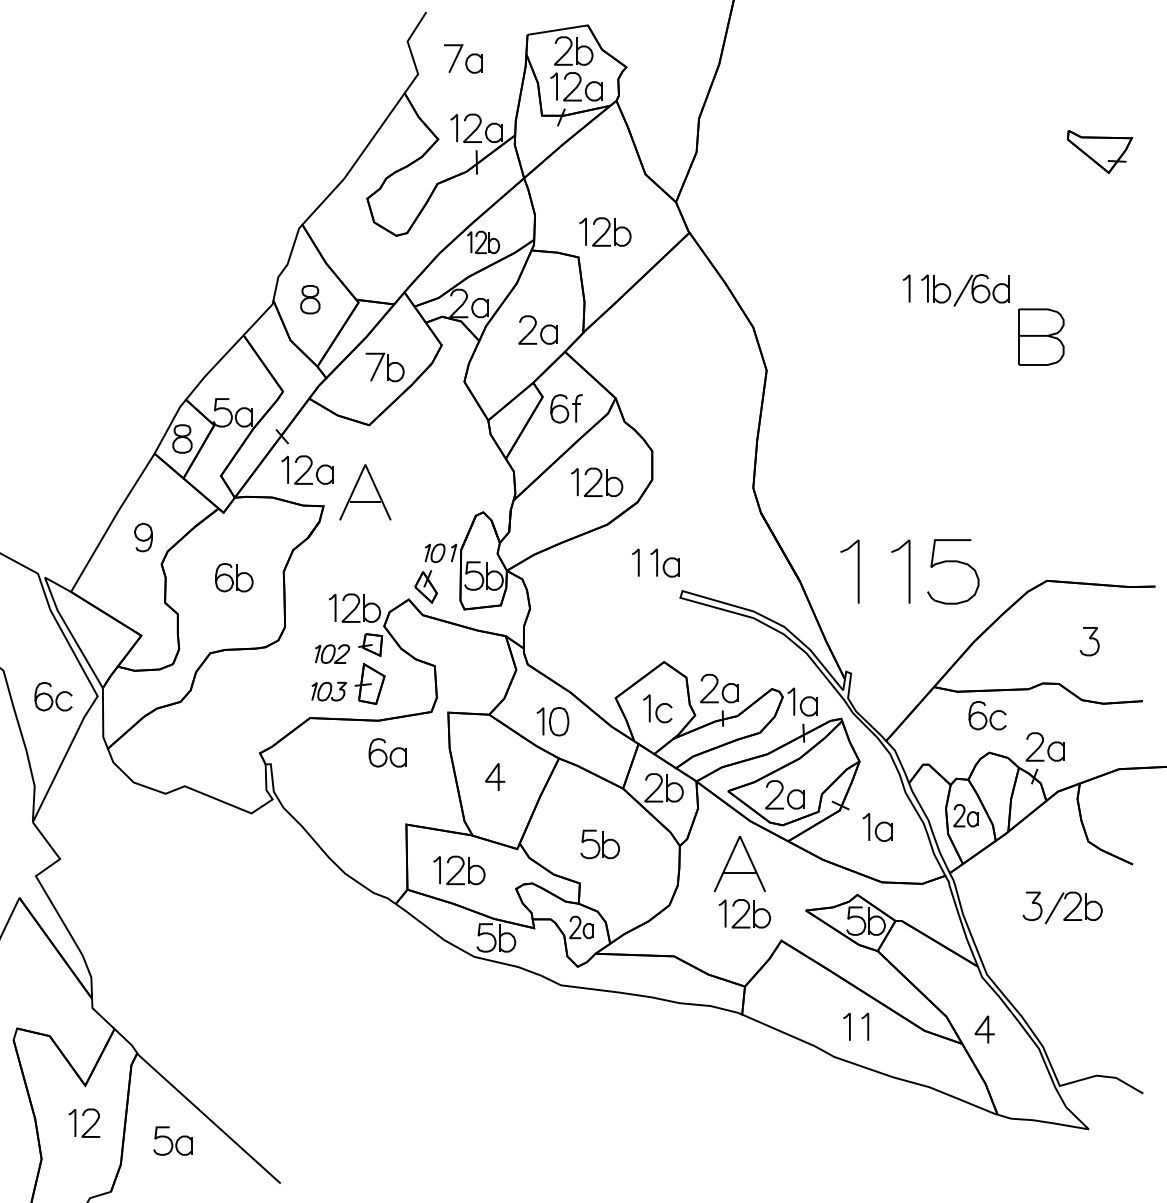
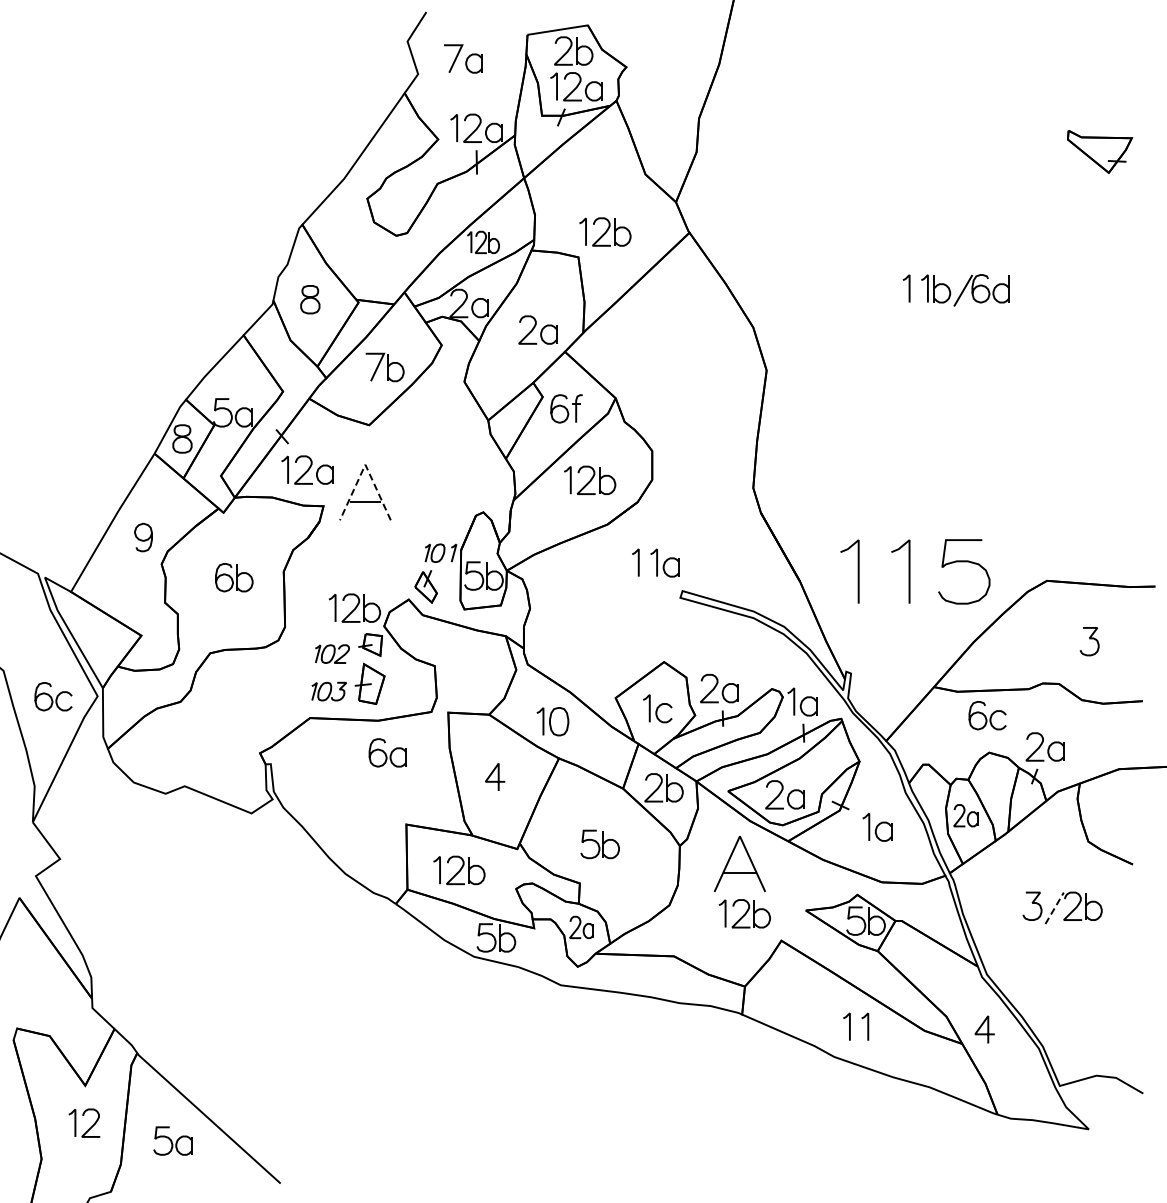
part at (1041, 336): present -> none
line at (365, 464): solid -> dashed
part at (597, 481) position: (597, 481) -> (590, 479)
curve at (953, 562) position: (953, 562) -> (964, 562)
line at (1054, 907): solid -> dashed
